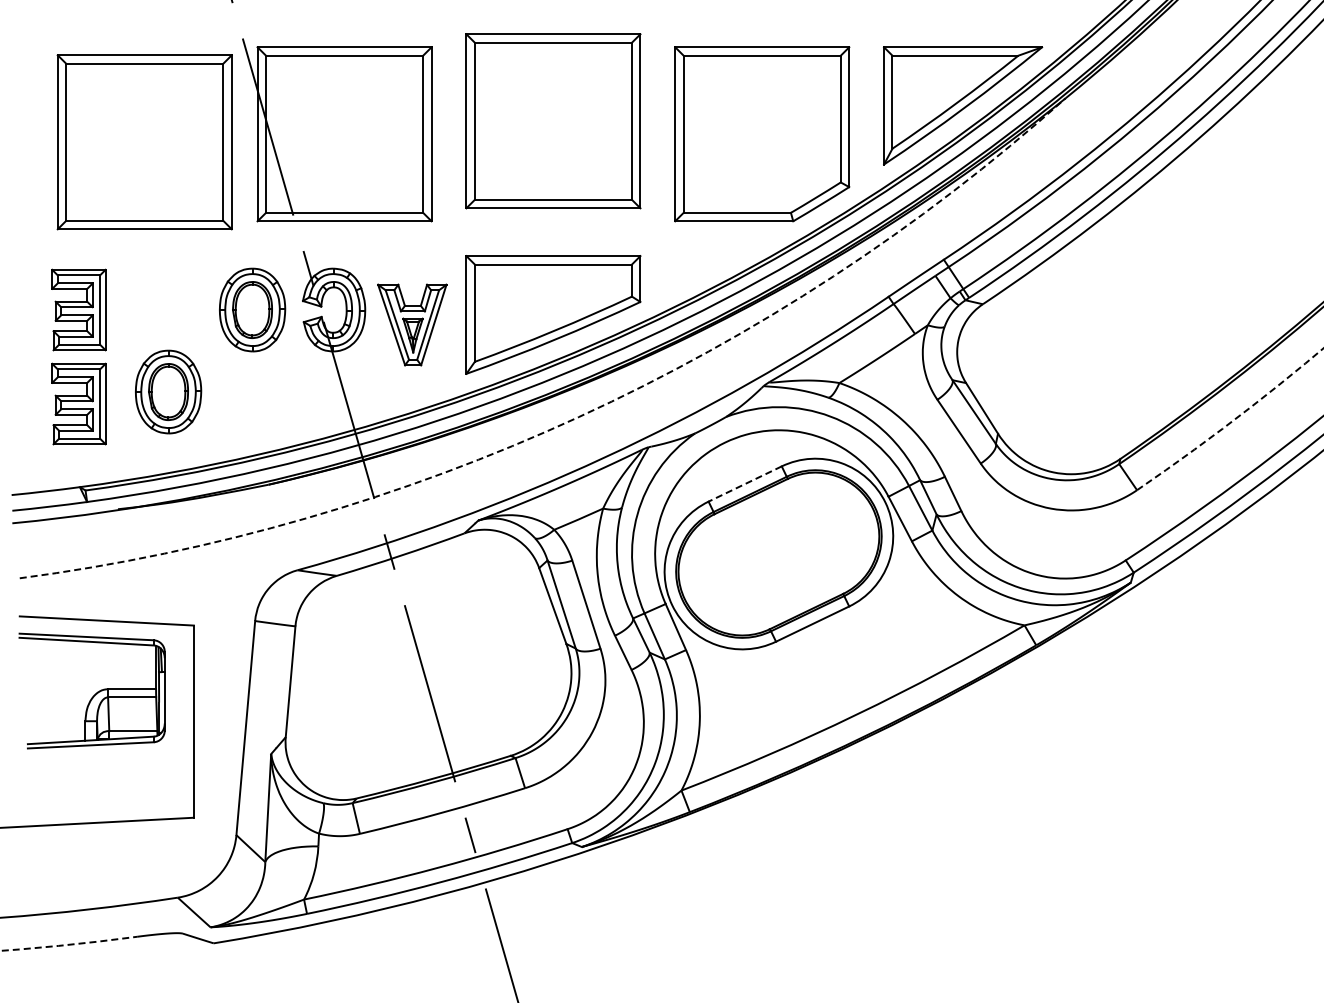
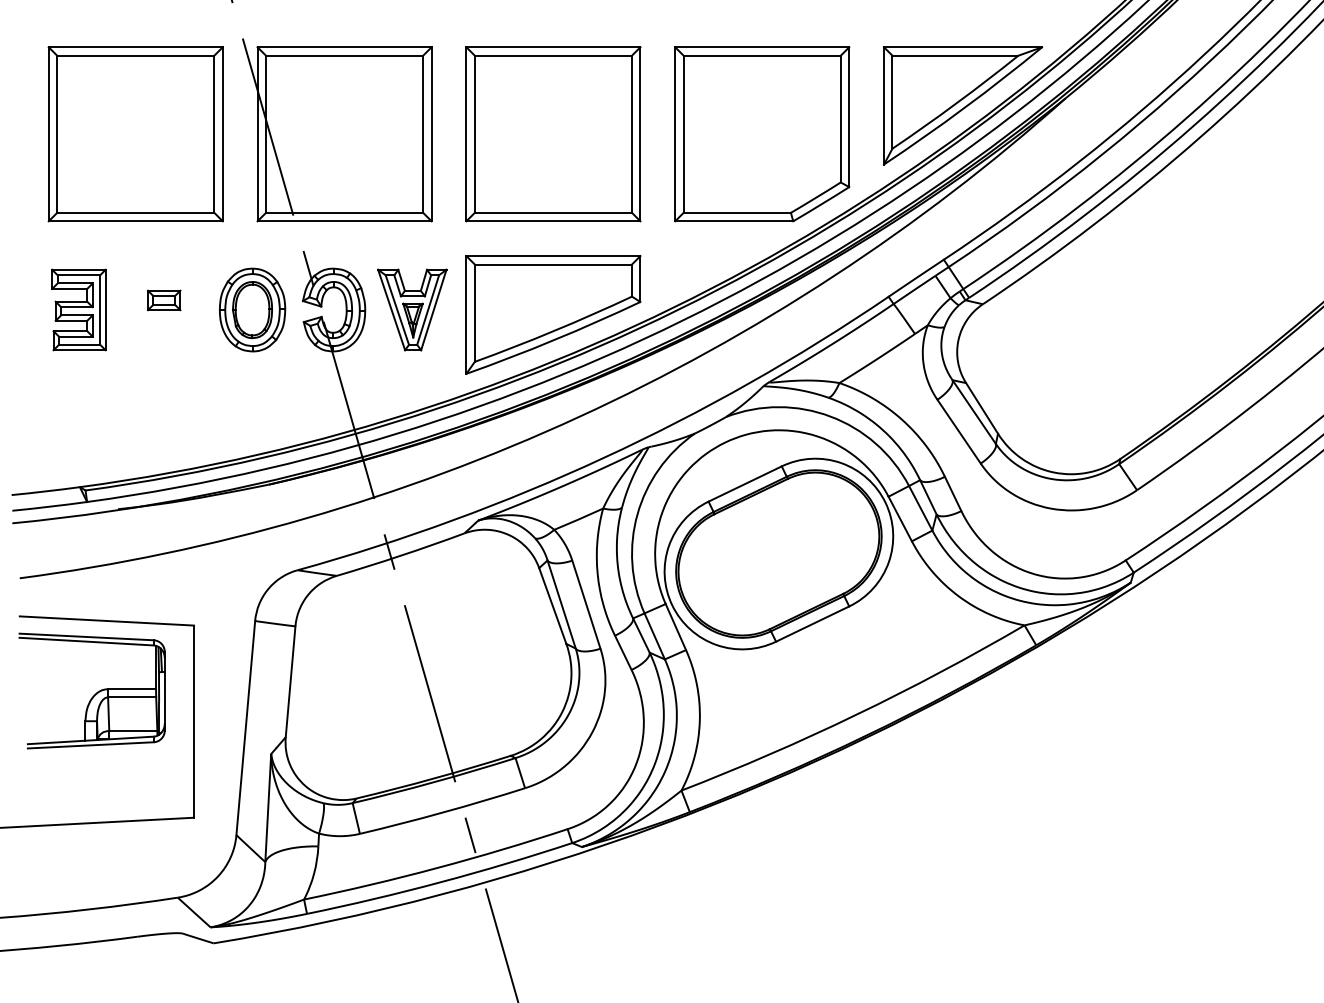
part at (553, 121) position: (553, 121) -> (553, 134)
part at (144, 142) position: (144, 142) -> (135, 134)
part at (164, 300): none -> present
part at (412, 324) position: (412, 324) -> (412, 309)
part at (168, 391): present -> none
part at (78, 403): present -> none
arc at (578, 417): dashed -> solid
arc at (1232, 421): dashed -> solid
line at (745, 484): dashed -> solid
arc at (68, 944): dashed -> solid
